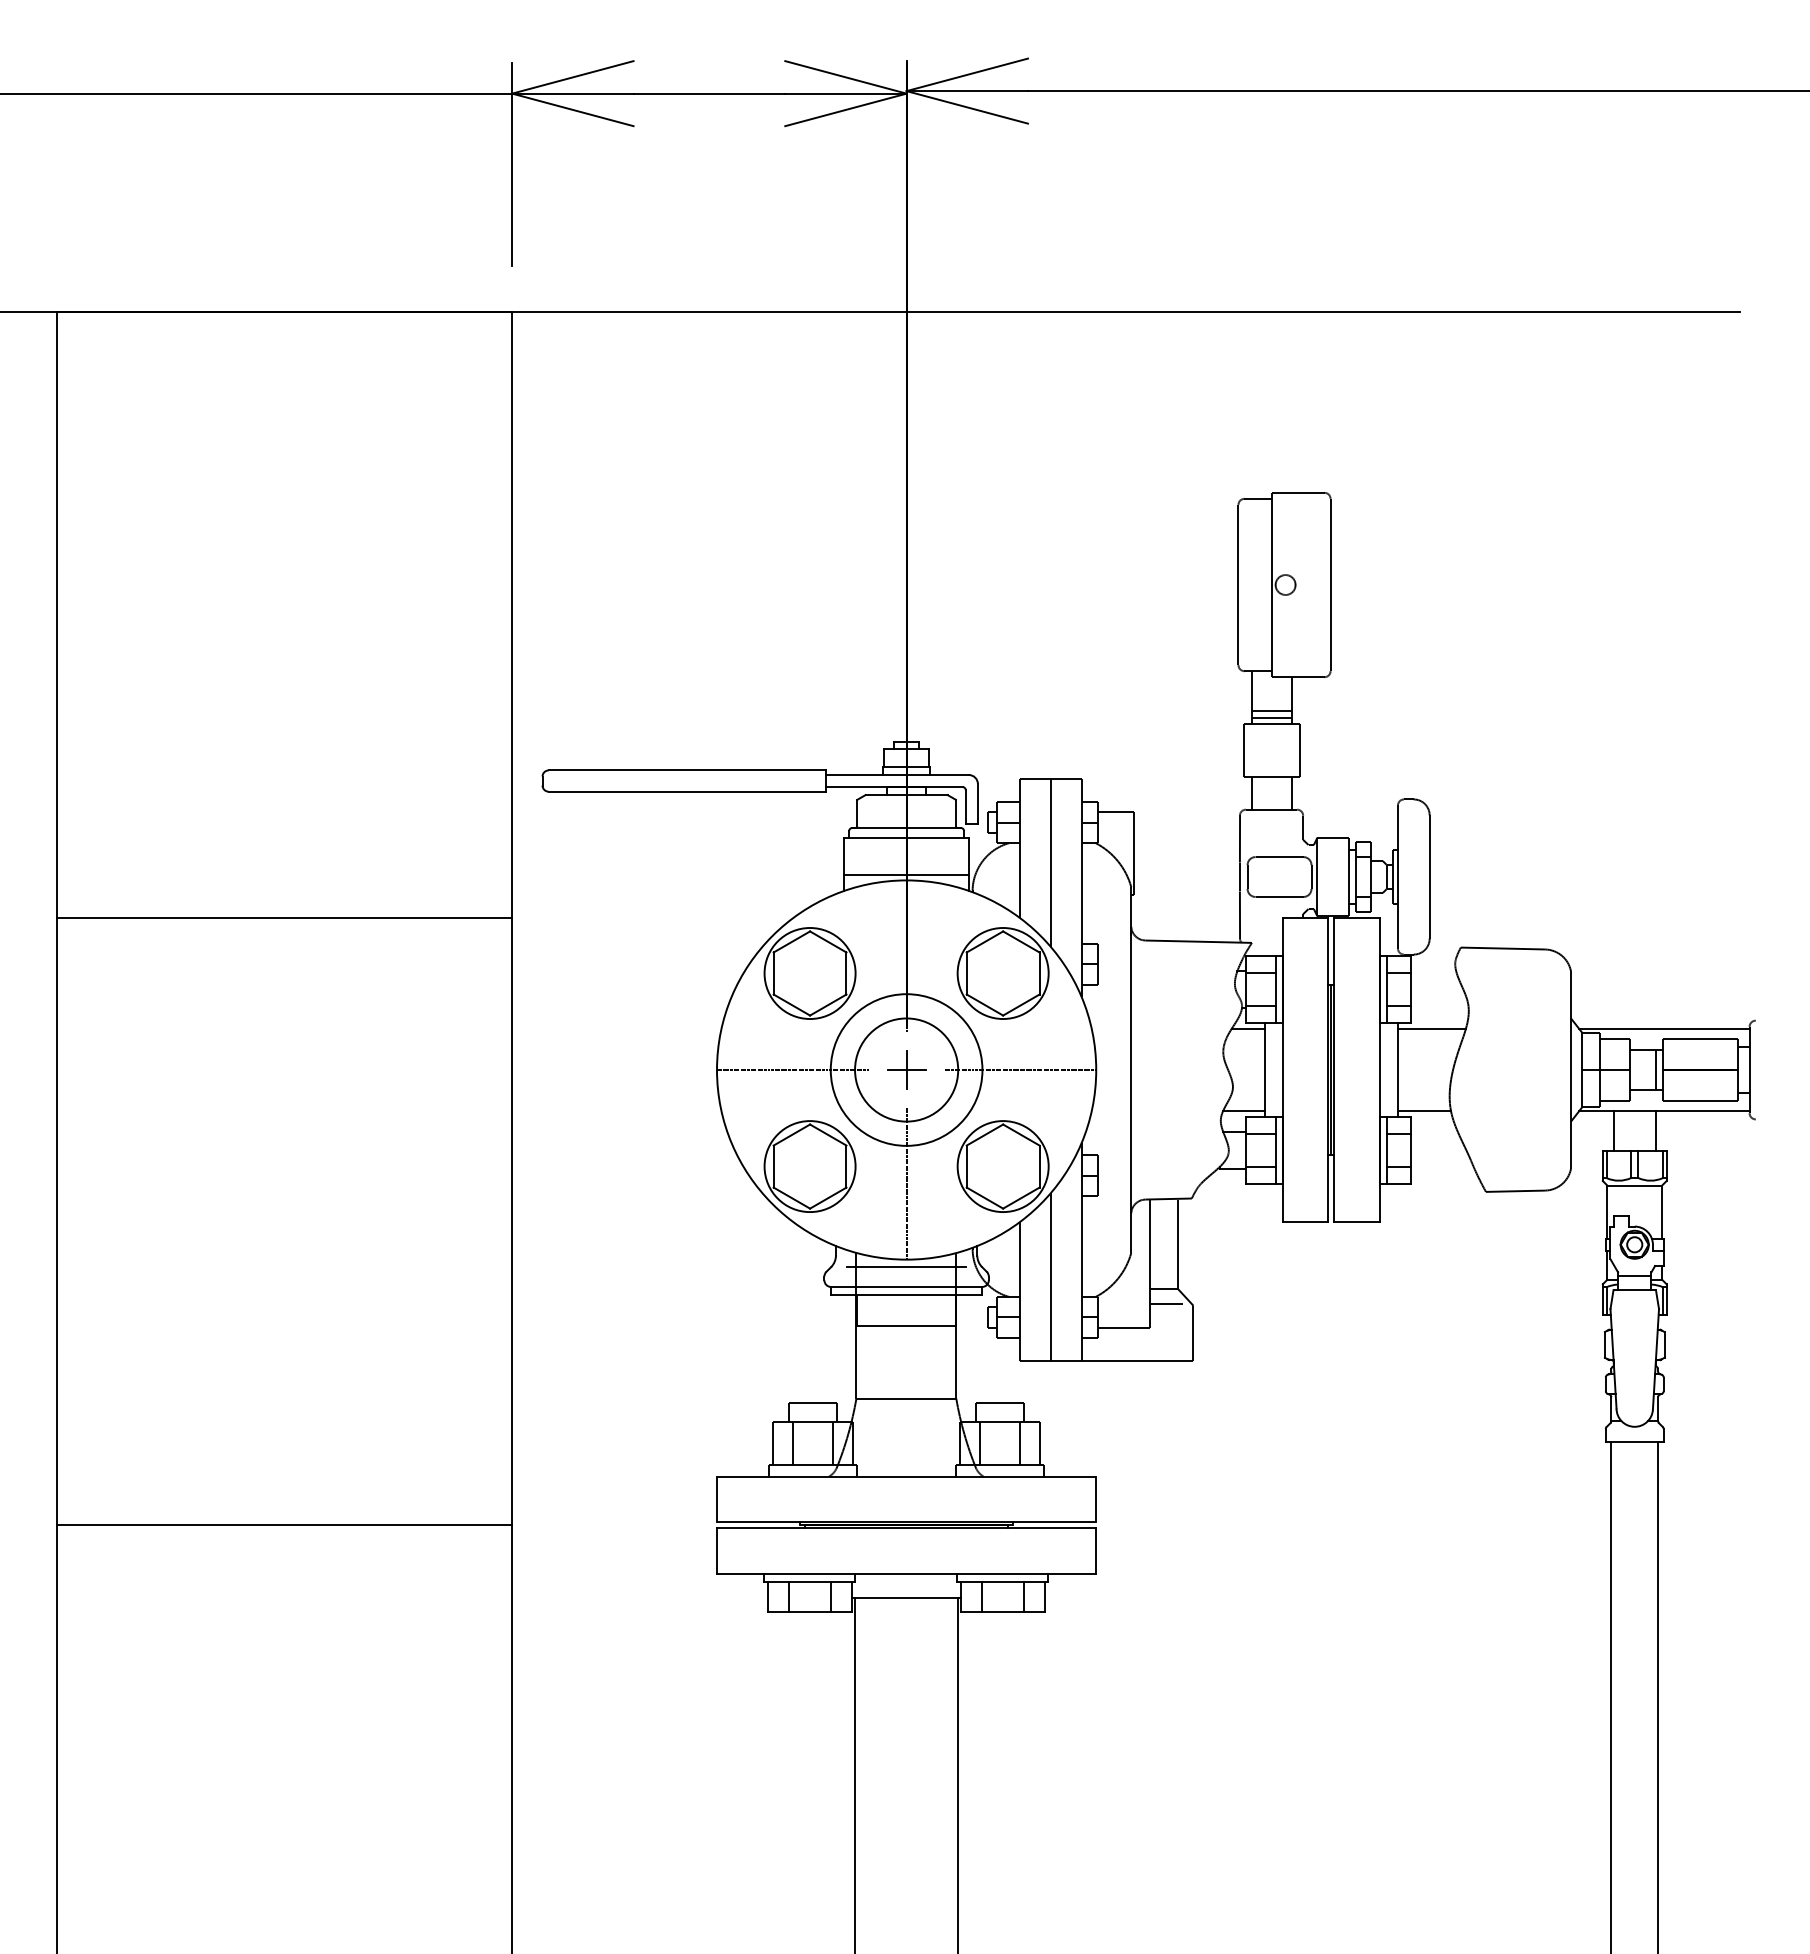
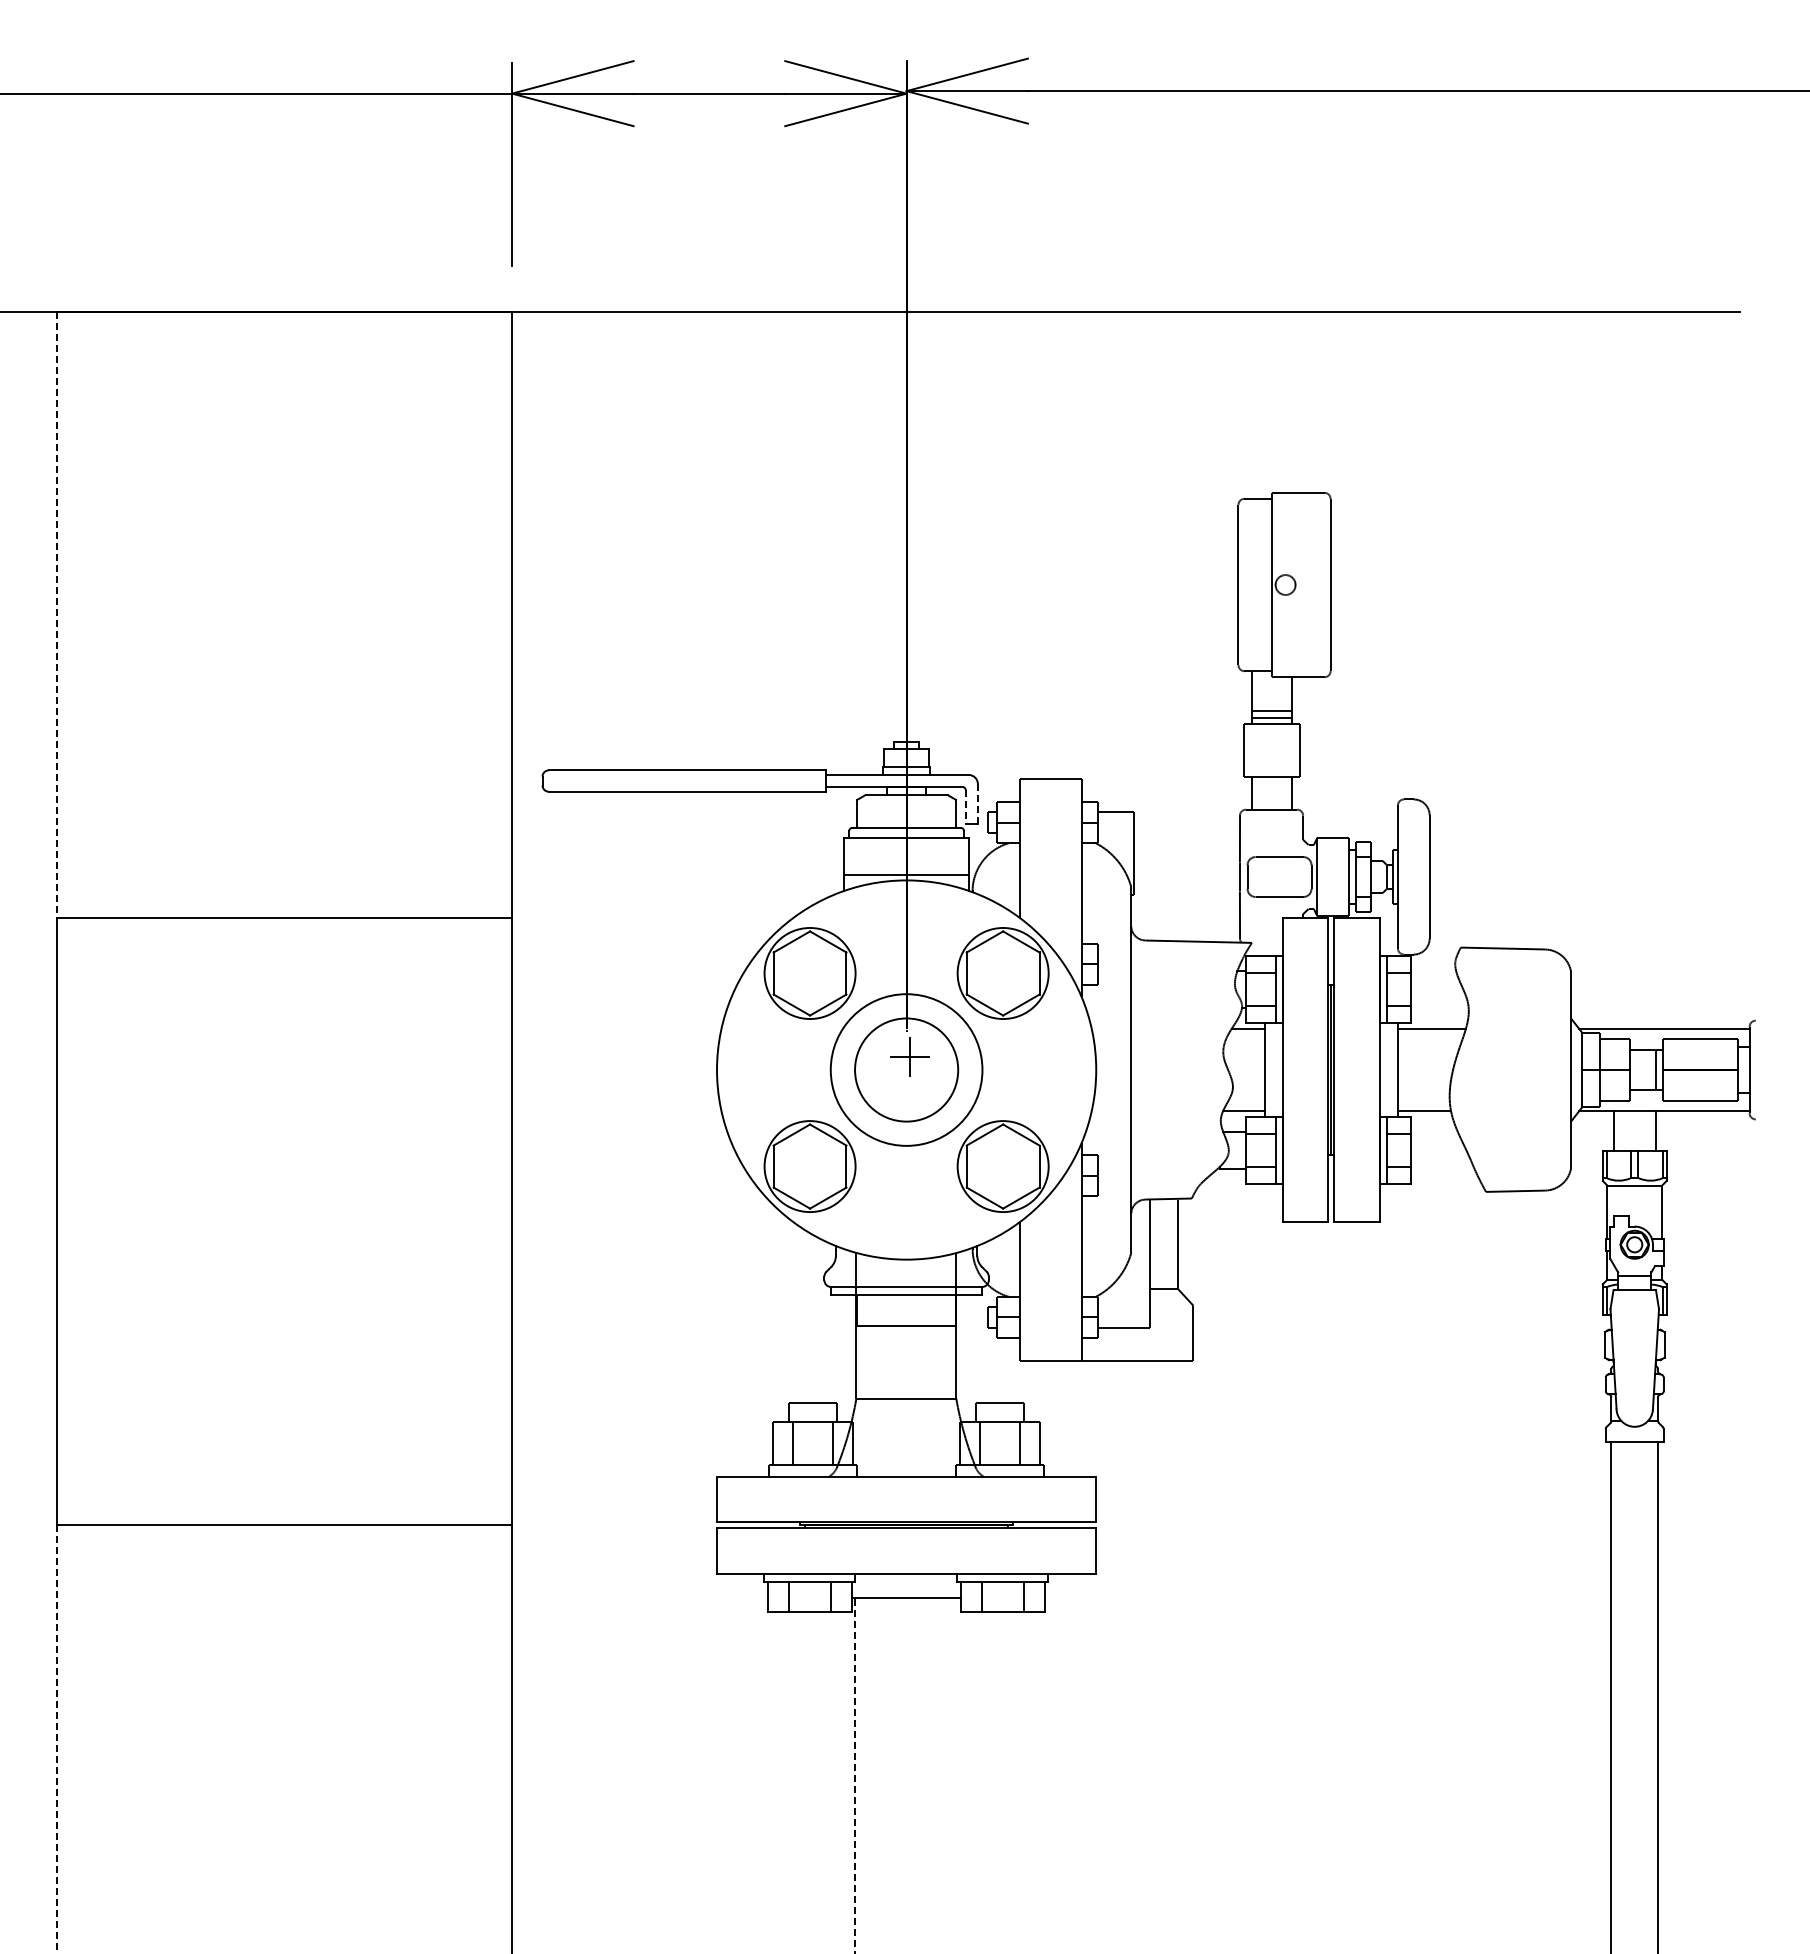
line at (57, 615): solid -> dashed
line at (977, 803): solid -> dashed
line at (965, 806): solid -> dashed
line at (1051, 862): present -> none
part at (906, 1069) position: (906, 1069) -> (909, 1056)
line at (792, 1070): present -> none
line at (1020, 1070): present -> none
line at (906, 1183): present -> none
line at (906, 1267): present -> none
line at (1051, 1276): present -> none
line at (1166, 1304): present -> none
line at (57, 1740): solid -> dashed
line at (958, 1773): present -> none
line at (855, 1775): solid -> dashed
